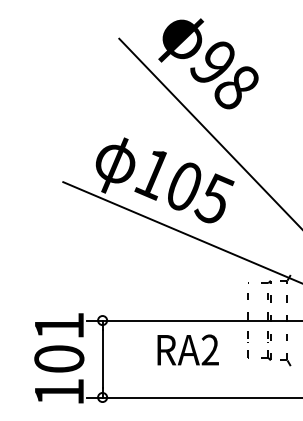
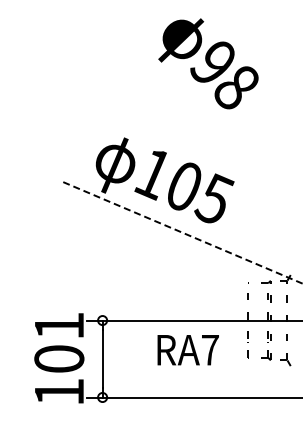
line at (209, 132): present -> none
line at (182, 232): solid -> dashed
text at (209, 349): RA2 -> RA7
